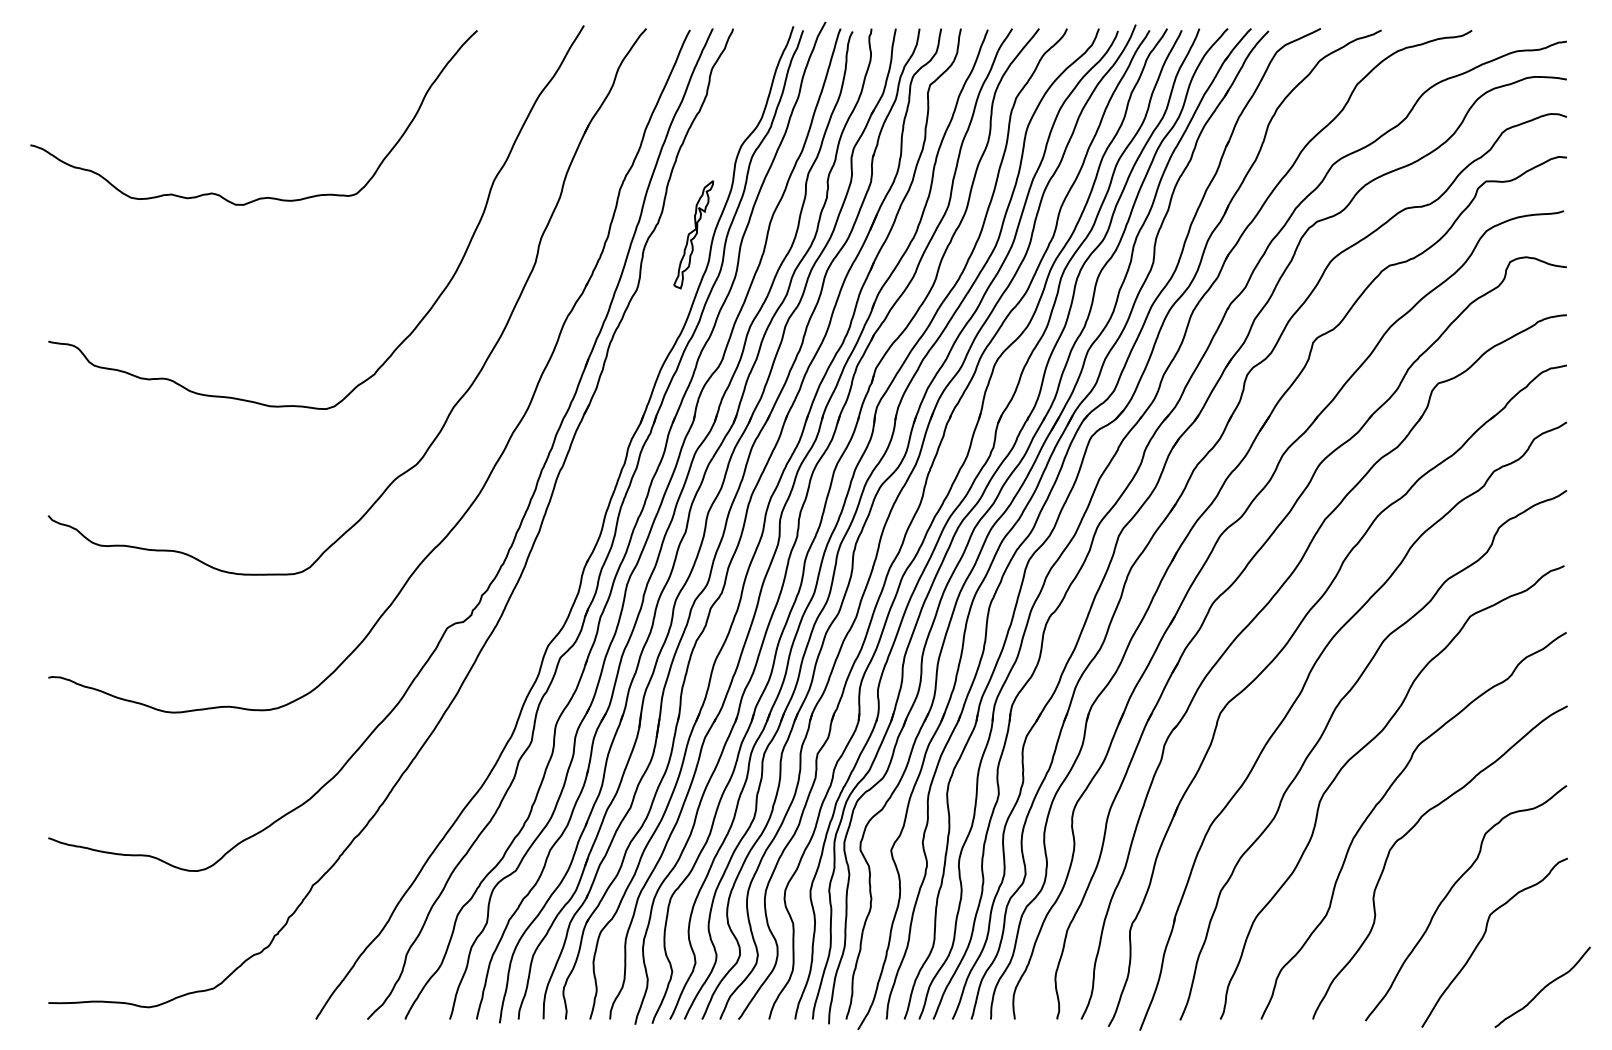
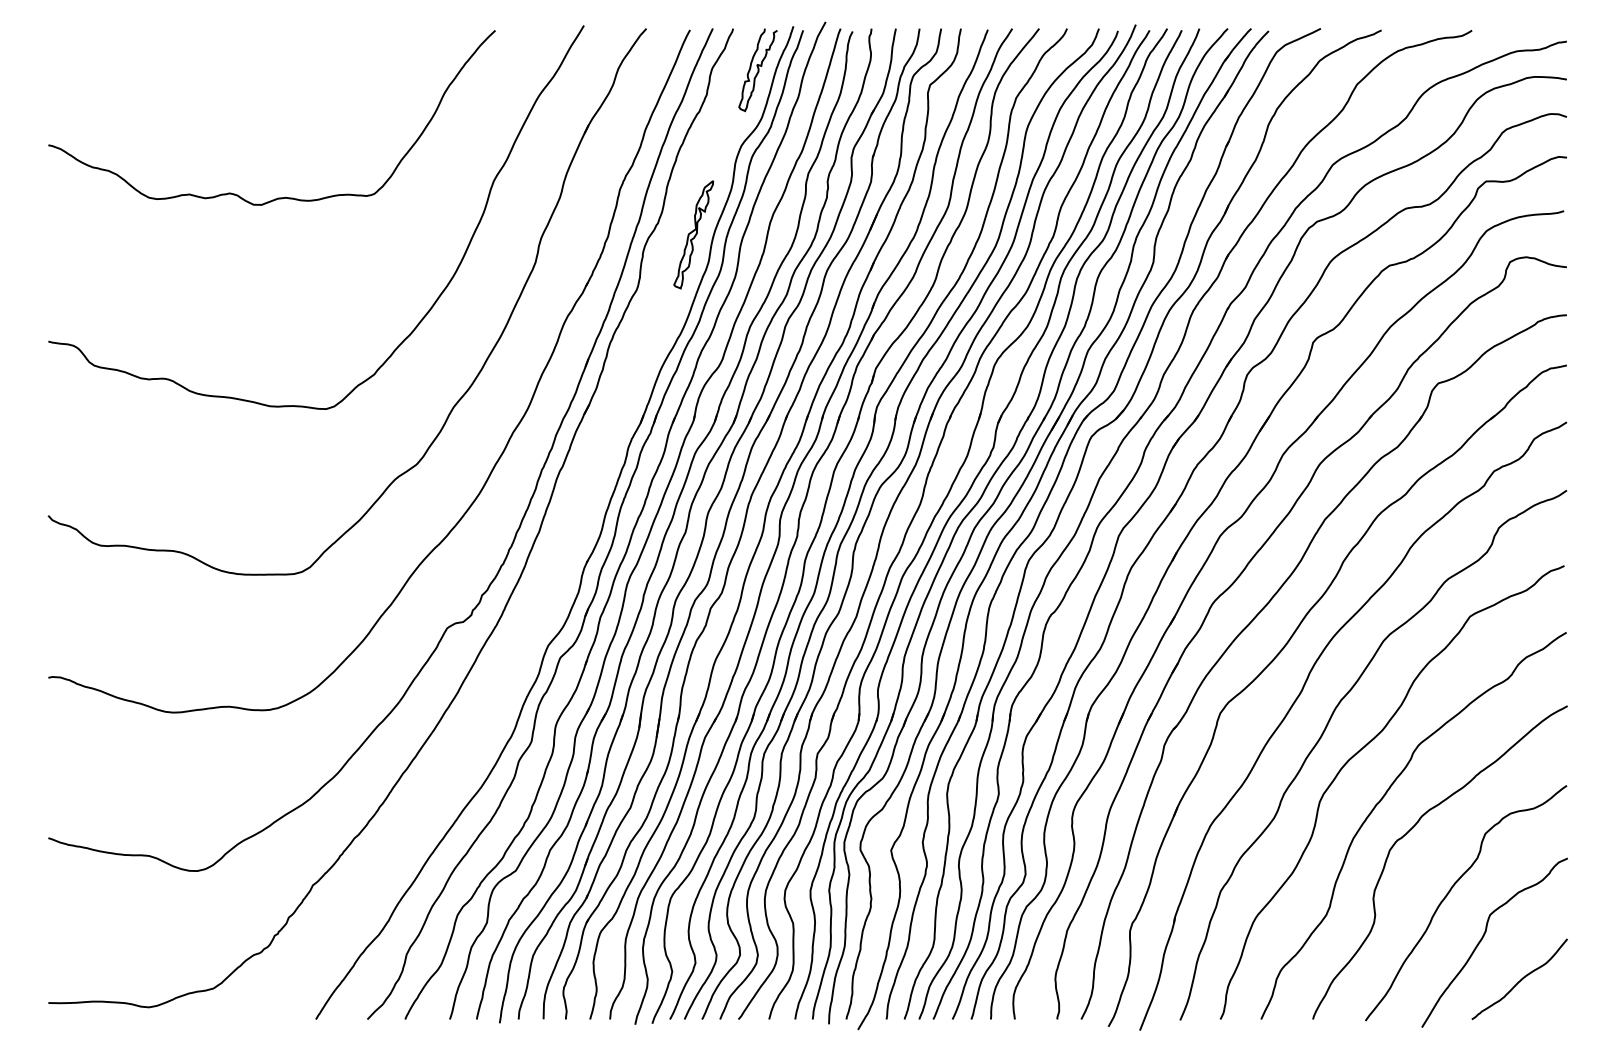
curve at (757, 70): none -> present
curve at (259, 197) position: (259, 197) -> (277, 197)
curve at (1543, 987) position: (1543, 987) -> (1520, 979)
